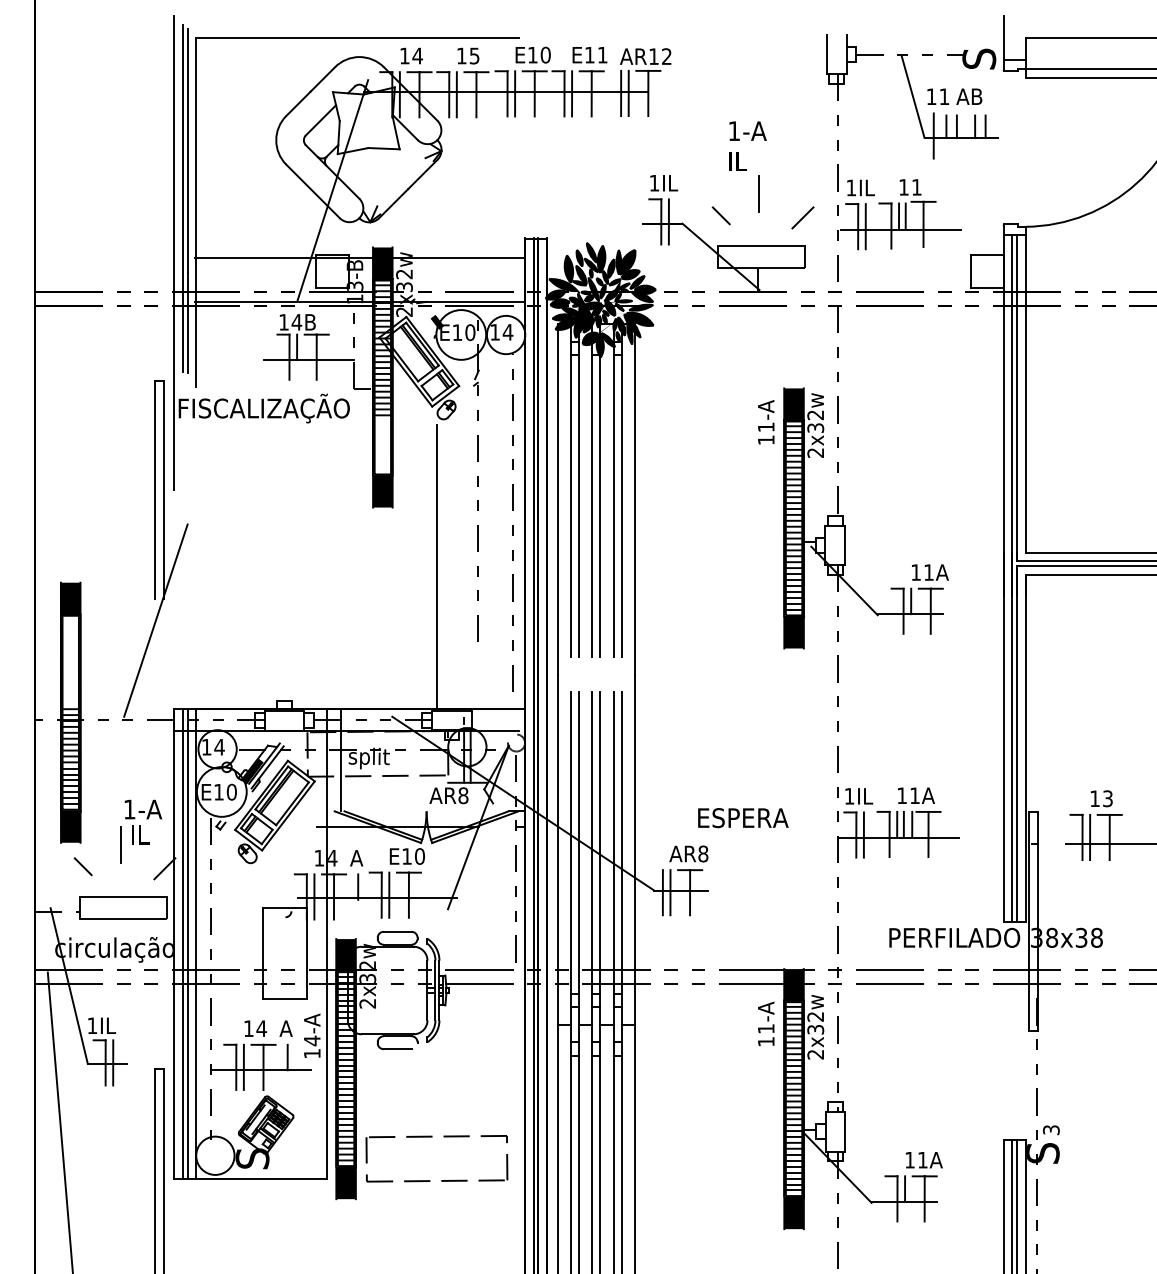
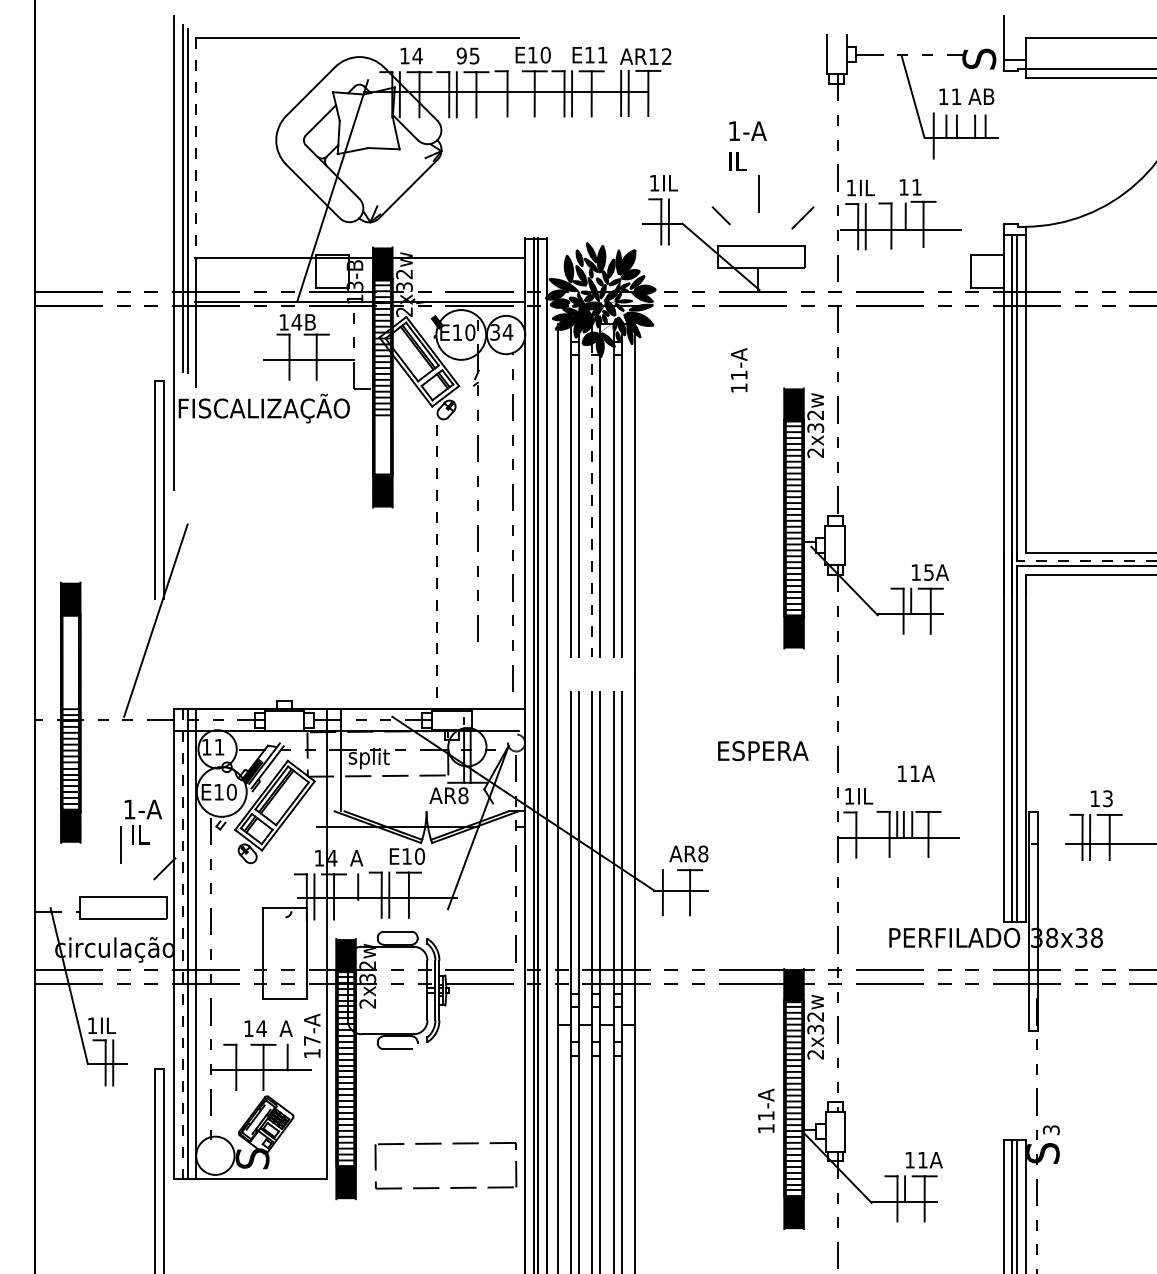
text at (461, 55): 15 -> 95
line at (515, 93): present -> none
text at (954, 96) position: (954, 96) -> (966, 96)
line at (195, 149): solid -> dashed
line at (899, 215): present -> none
text at (494, 331): 14 -> 34
line at (297, 347): present -> none
text at (766, 422) position: (766, 422) -> (739, 370)
line at (592, 499): solid -> dashed
line at (1086, 561): solid -> dashed
line at (437, 567): solid -> dashed
text at (928, 572): 11A -> 15A
text at (219, 747): 14 -> 11
text at (916, 795) position: (916, 795) -> (916, 773)
text at (743, 818) position: (743, 818) -> (763, 751)
line at (863, 834): present -> none
line at (82, 866): present -> none
line at (670, 892): present -> none
line at (183, 944): solid -> dashed
text at (766, 1023) position: (766, 1023) -> (766, 1110)
text at (312, 1040): 14-A -> 17-A
line at (243, 1066): present -> none
line at (59, 1121): present -> none
part at (432, 1137) position: (432, 1137) -> (441, 1144)
